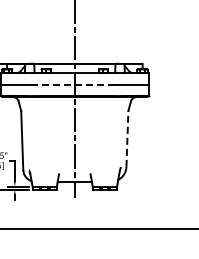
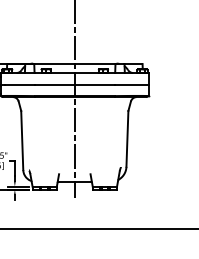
line at (74, 85): dashed -> solid
line at (127, 138): dashed -> solid
